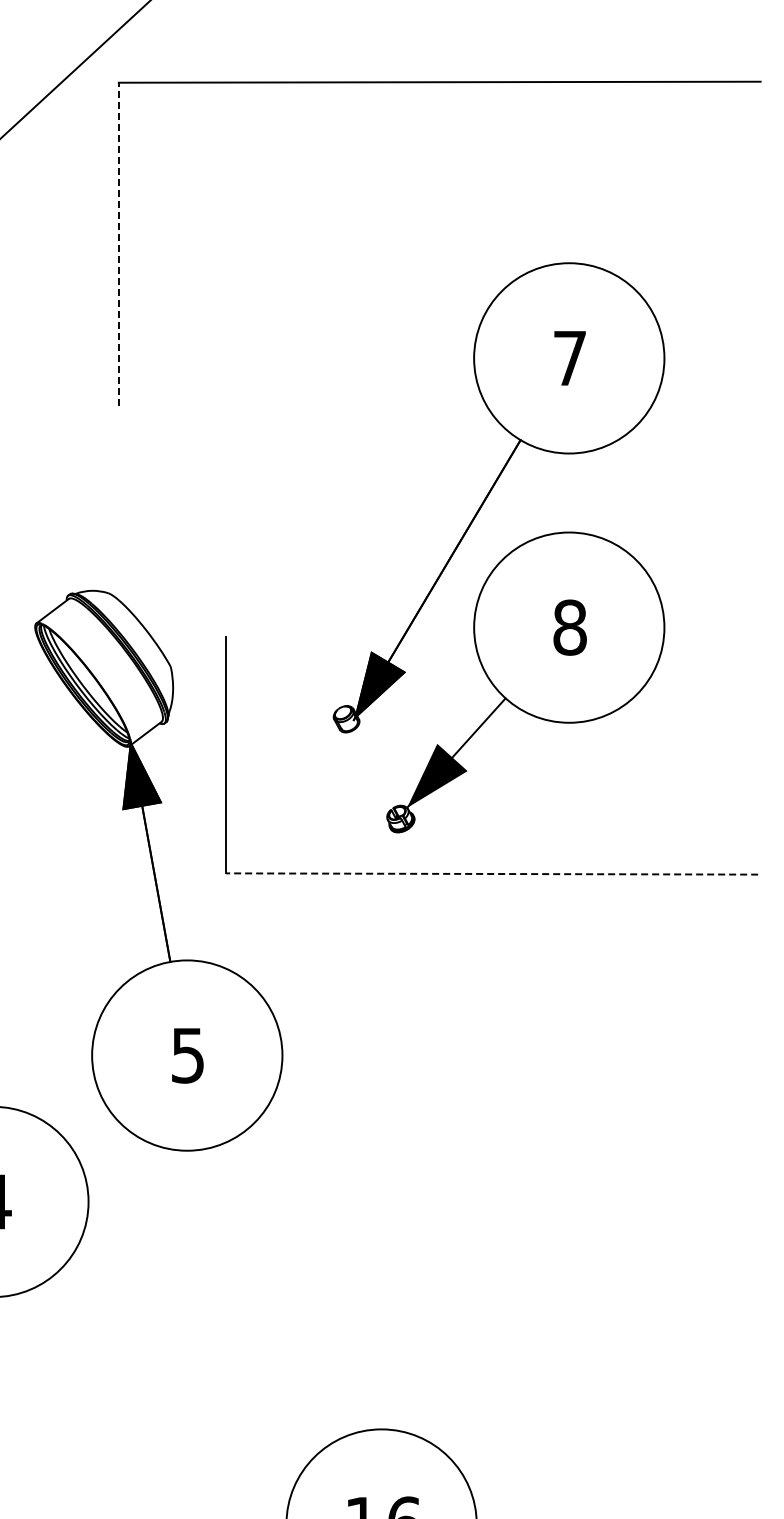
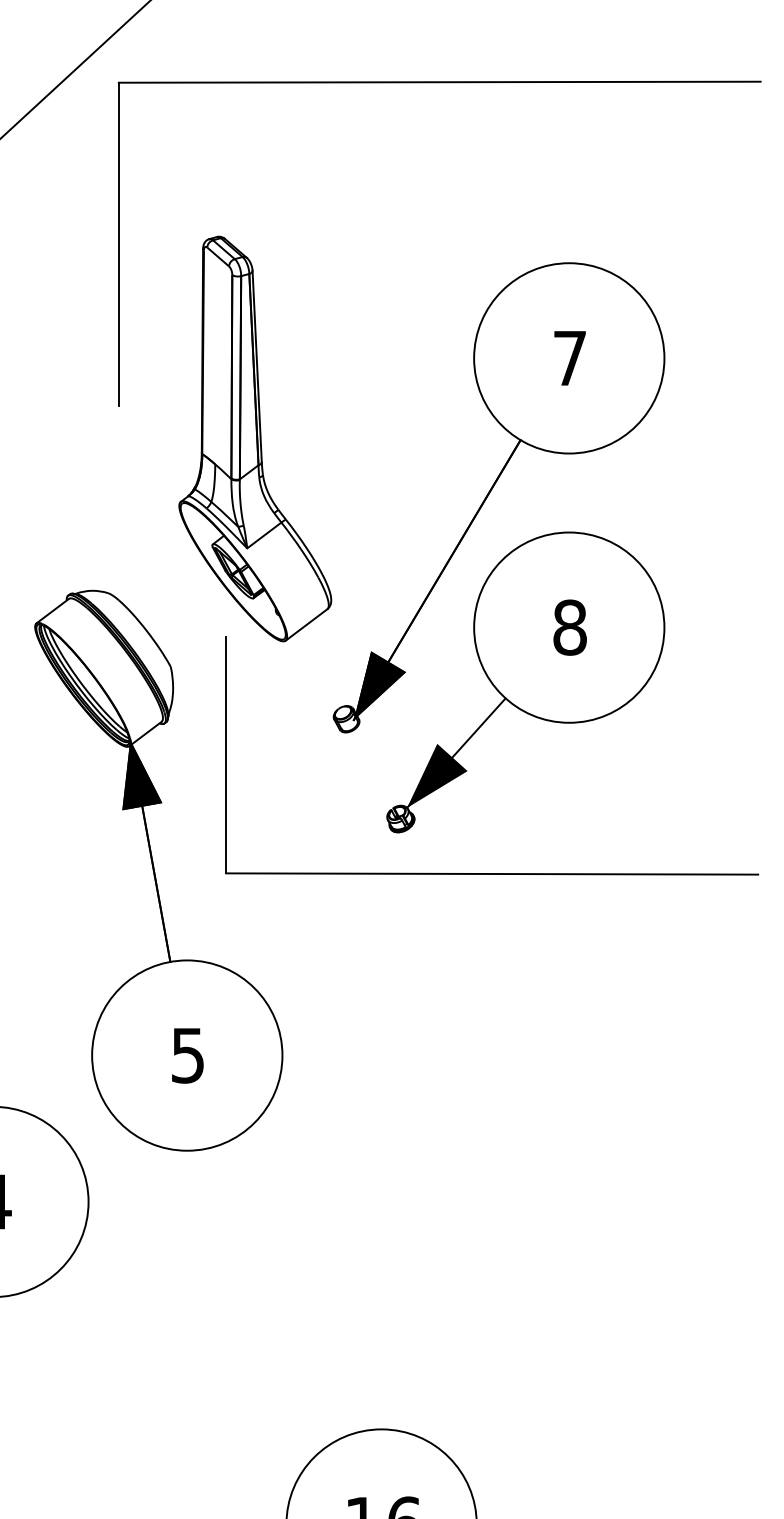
line at (118, 244): dashed -> solid
part at (255, 438): none -> present
line at (492, 874): dashed -> solid
